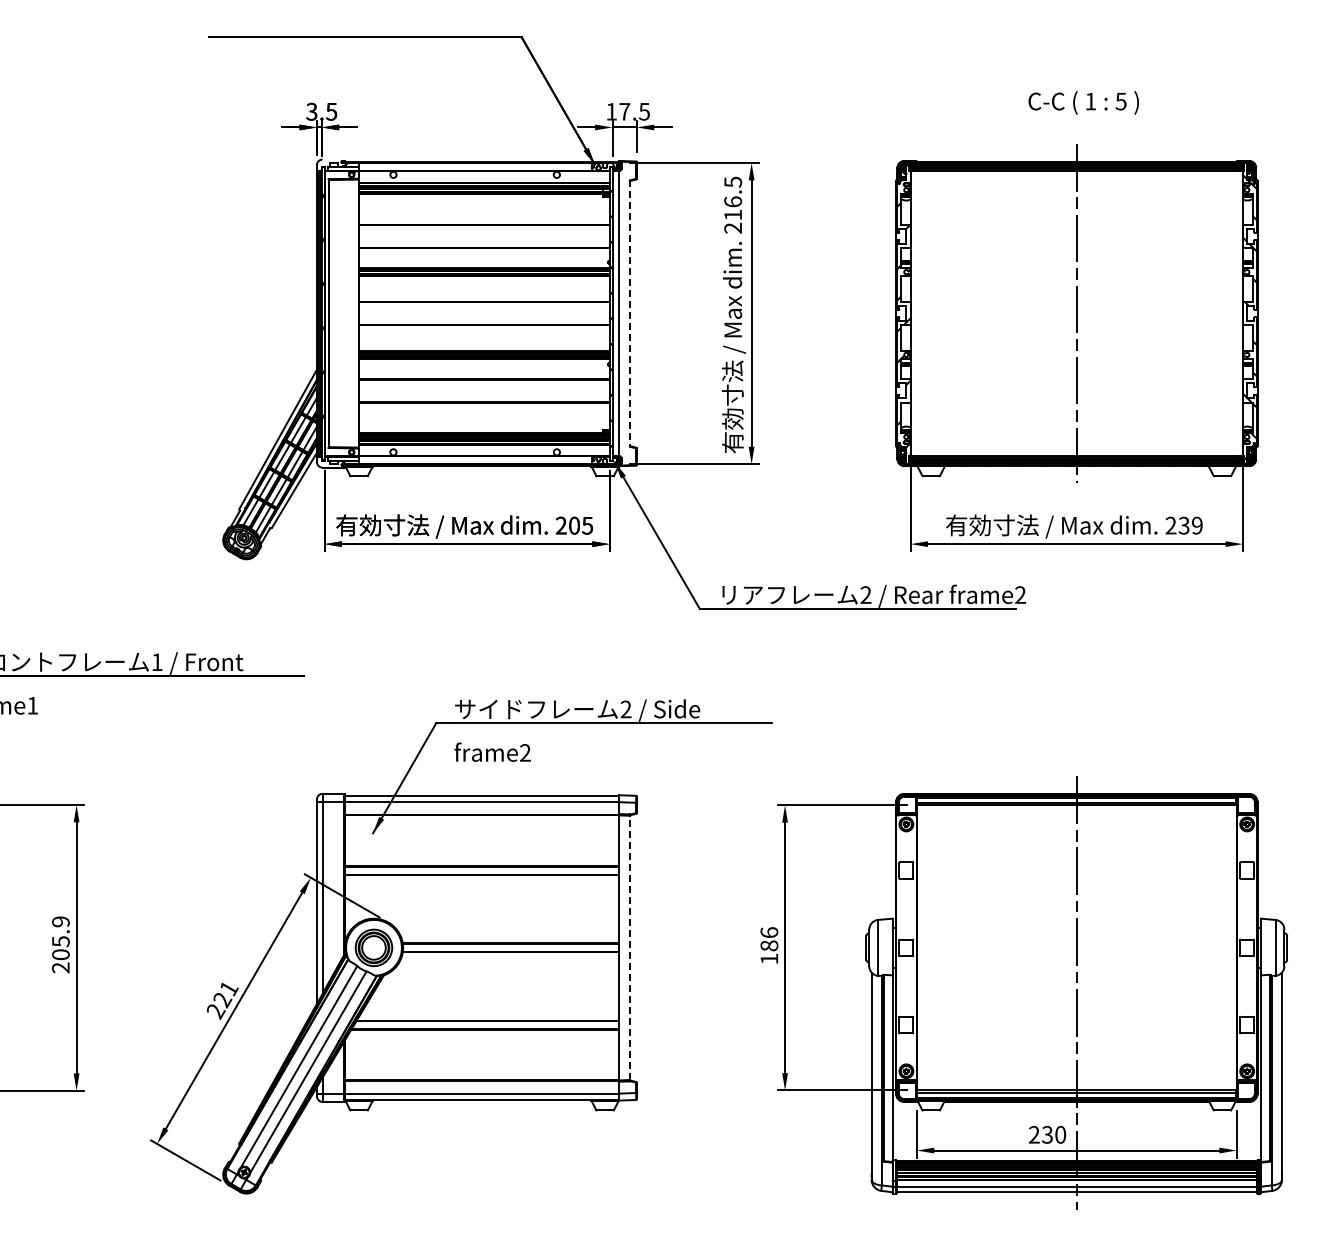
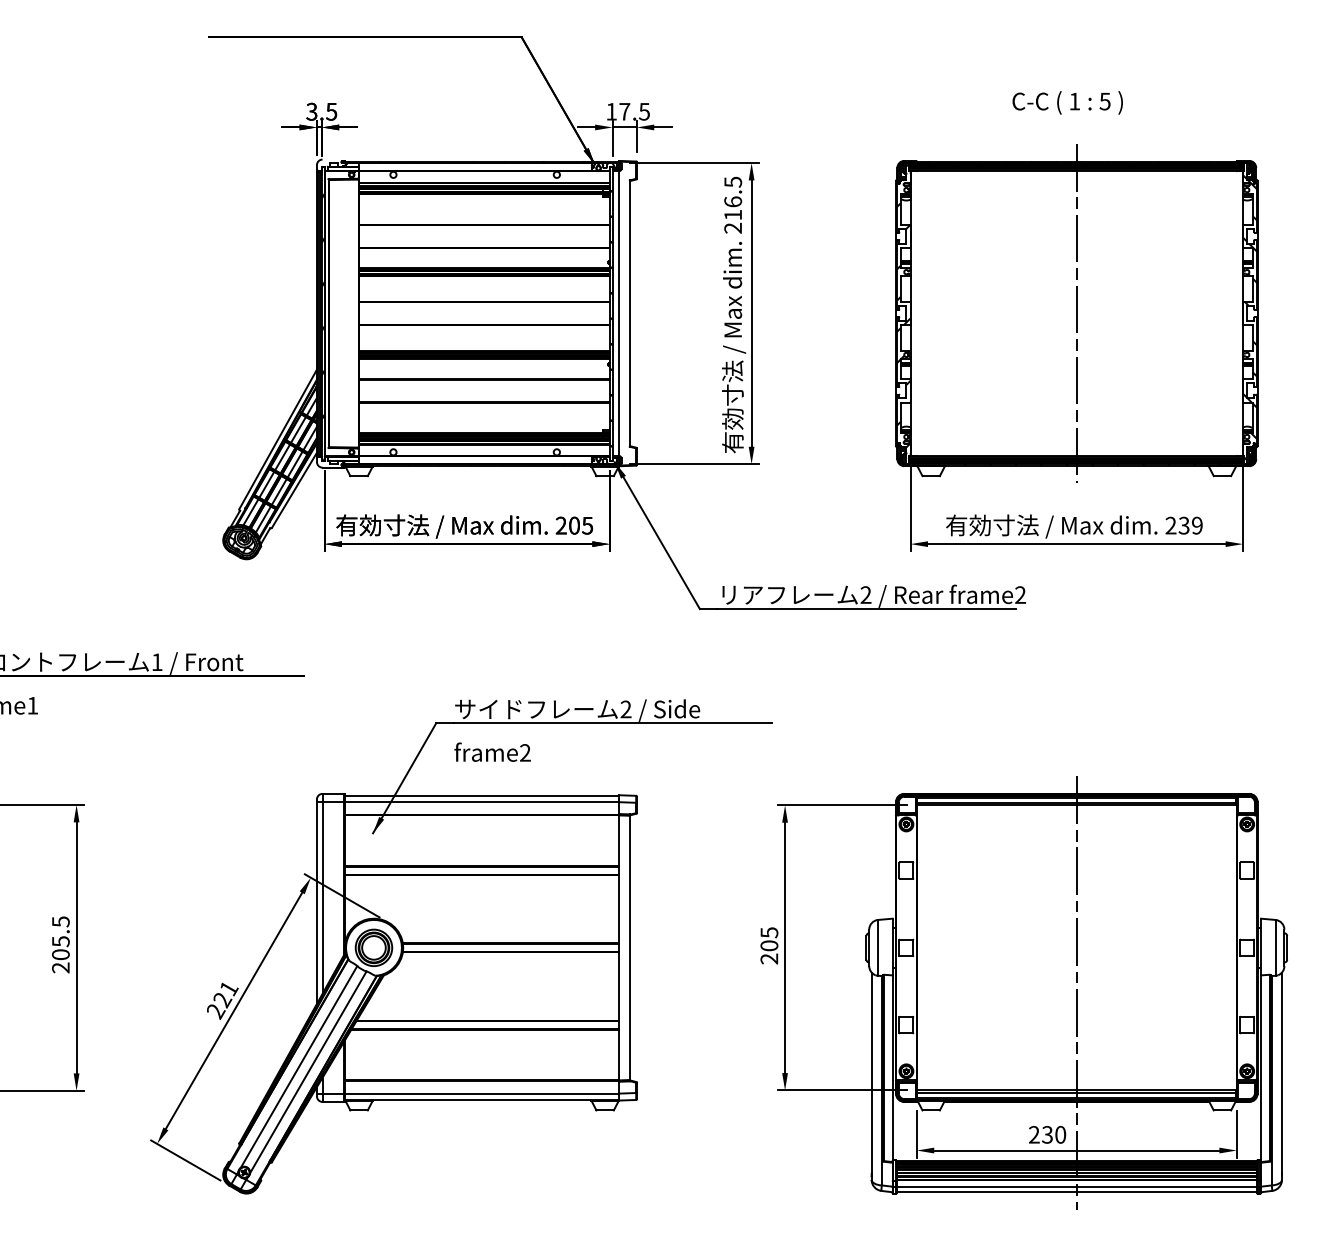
text at (1083, 102) position: (1083, 102) -> (1067, 102)
line at (629, 314): dashed -> solid
text at (60, 921): 205.9 -> 205.5
text at (769, 945): 186 -> 205
line at (629, 947): dashed -> solid
